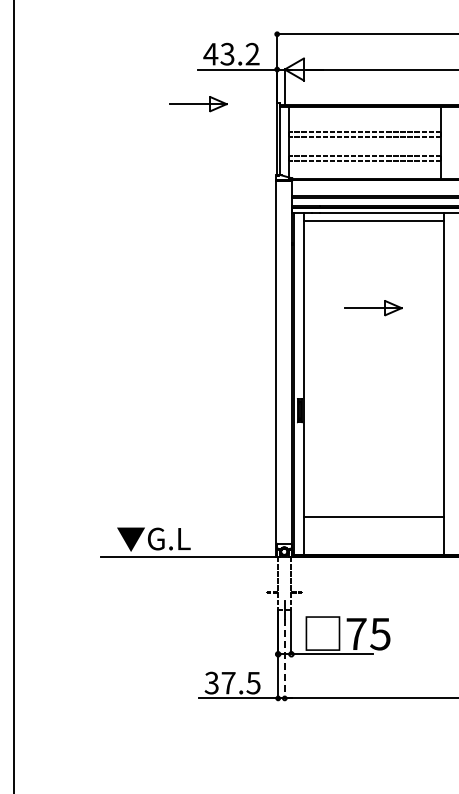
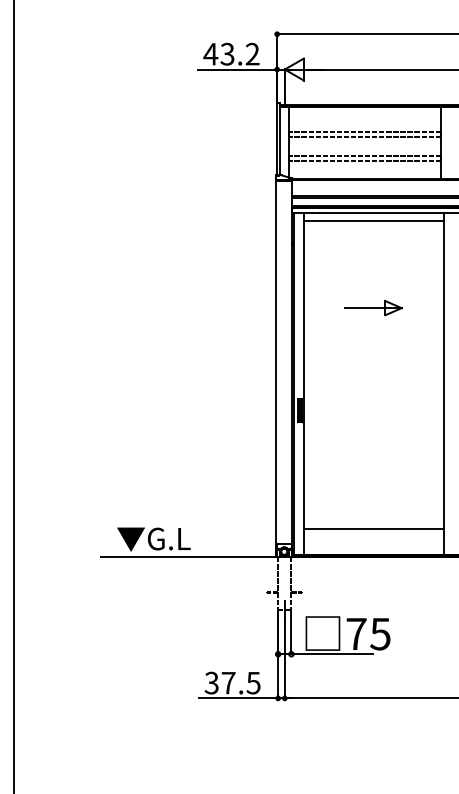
part at (198, 104): present -> none
line at (373, 517) position: (373, 517) -> (373, 529)
line at (284, 658): dashed -> solid
